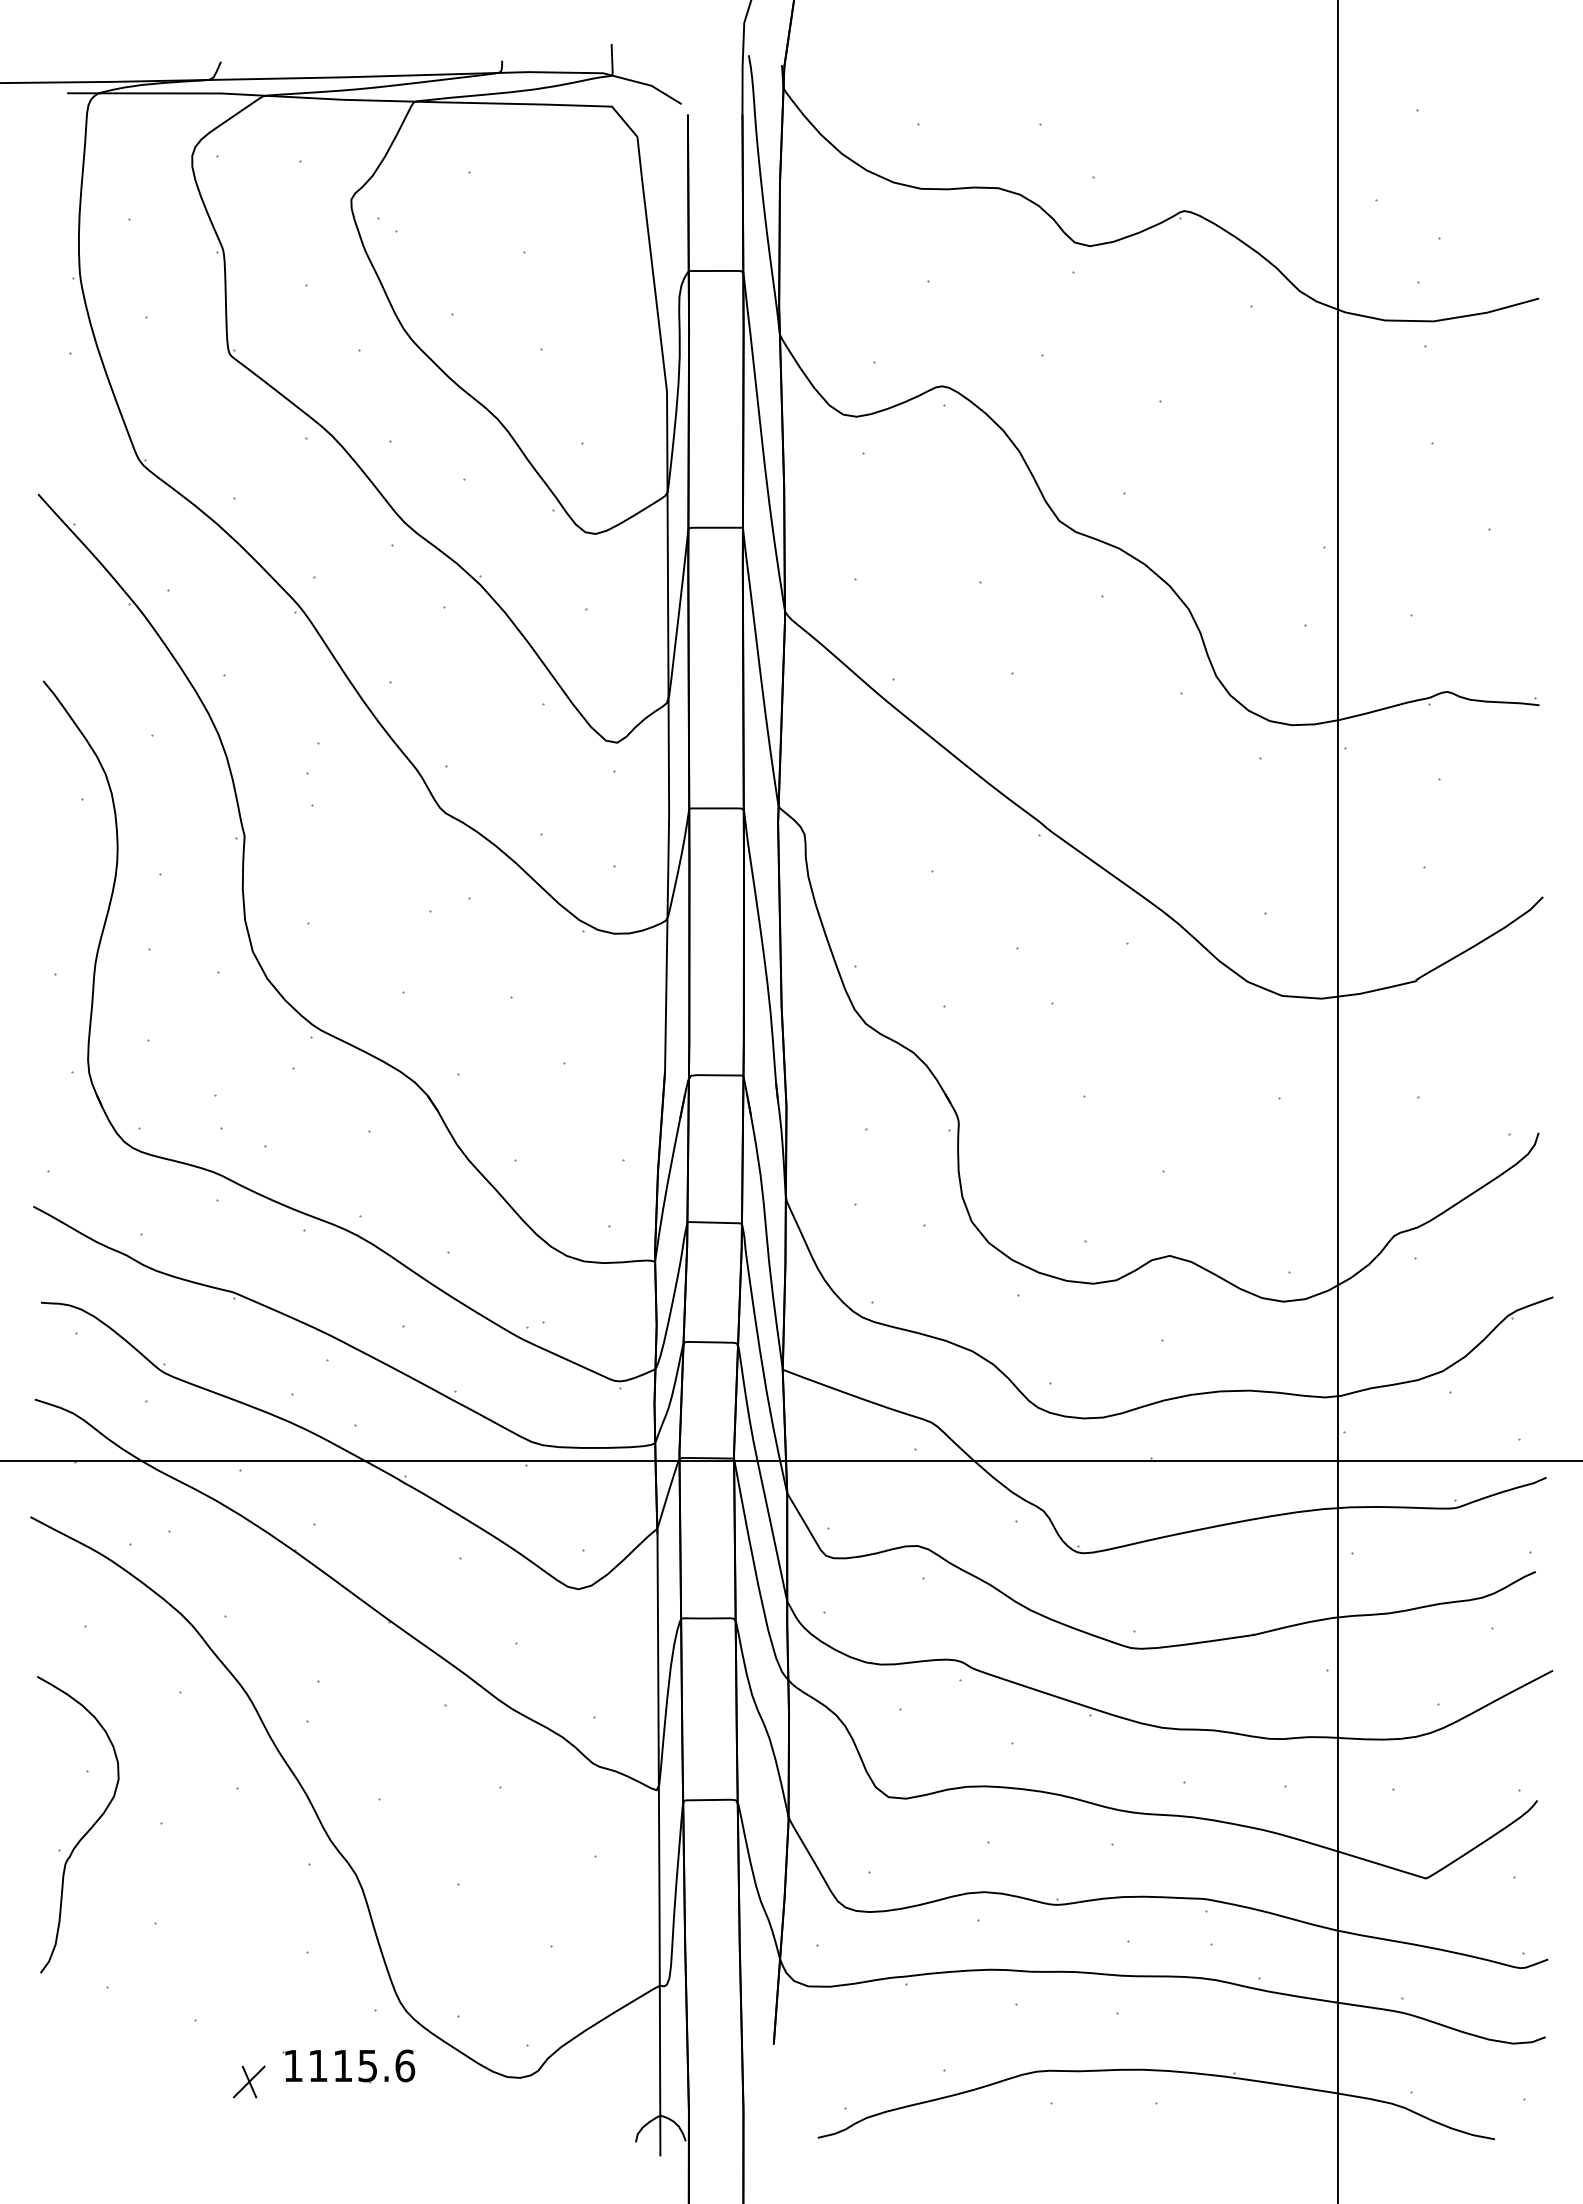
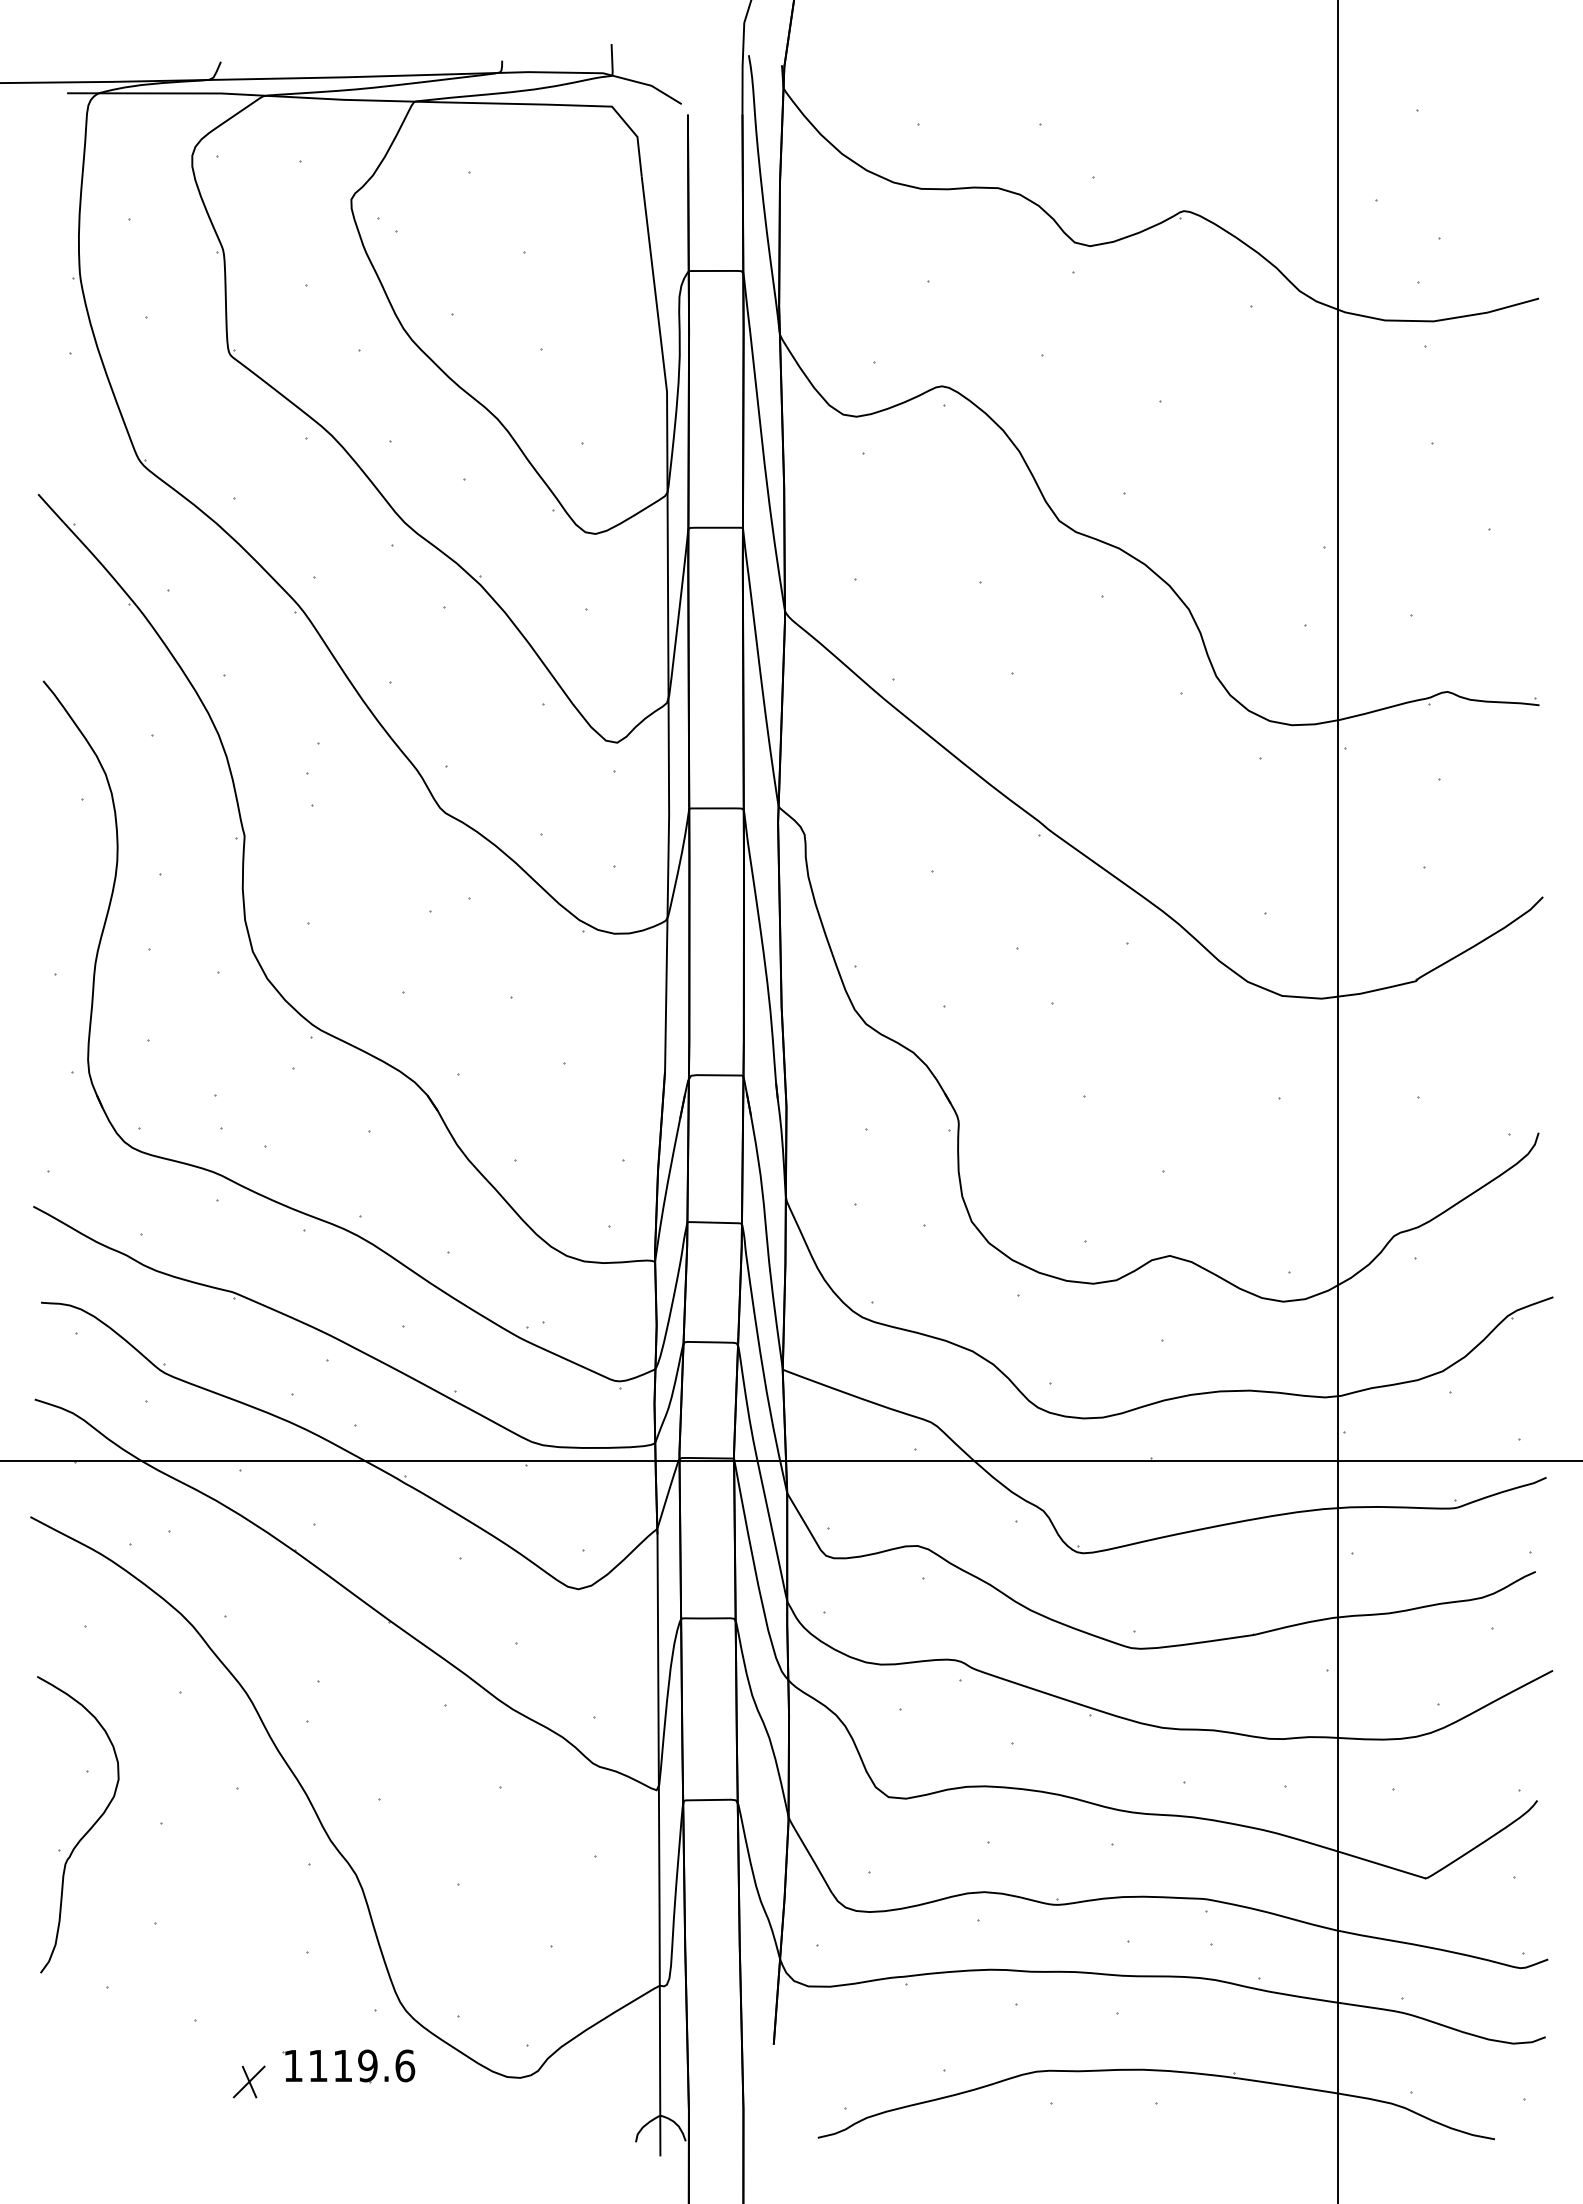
text at (367, 2065): 1115.6 -> 1119.6
